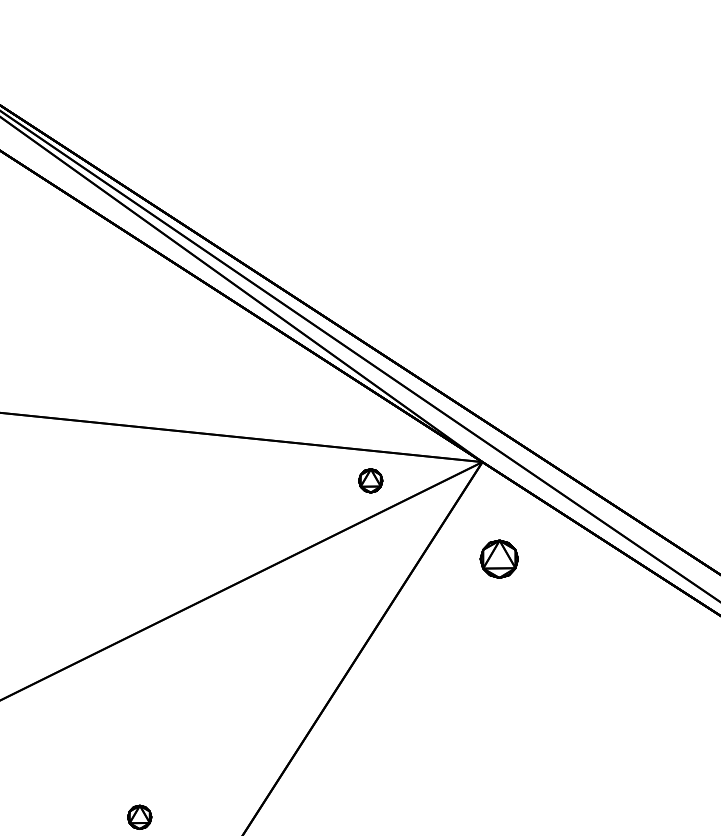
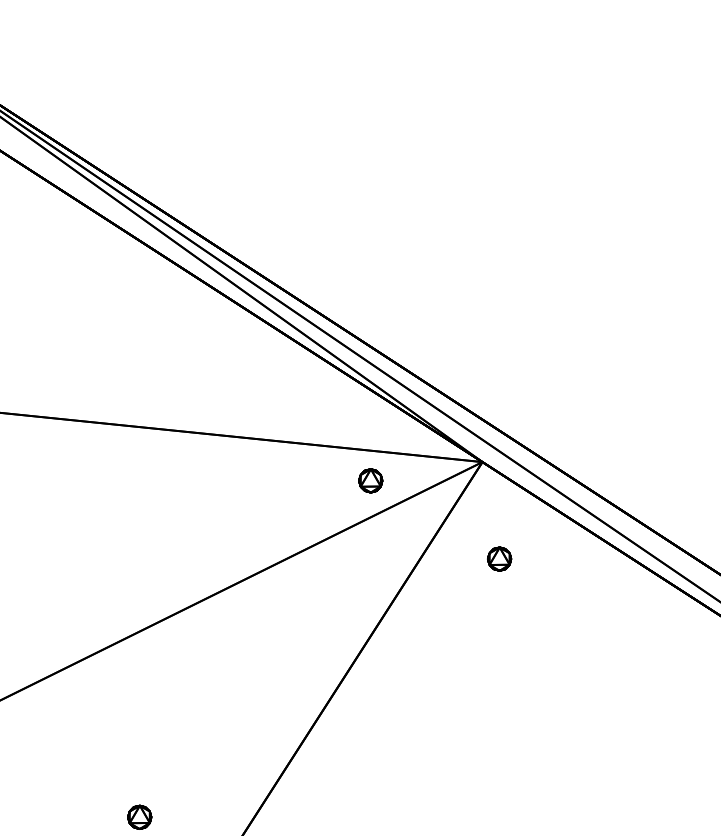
part at (498, 558) size: 40x40 px -> 26x26 px
